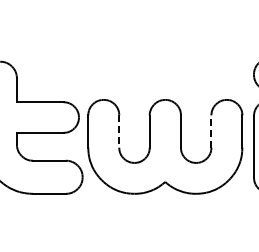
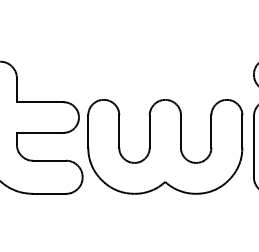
line at (211, 131): dashed -> solid
line at (119, 132): dashed -> solid
